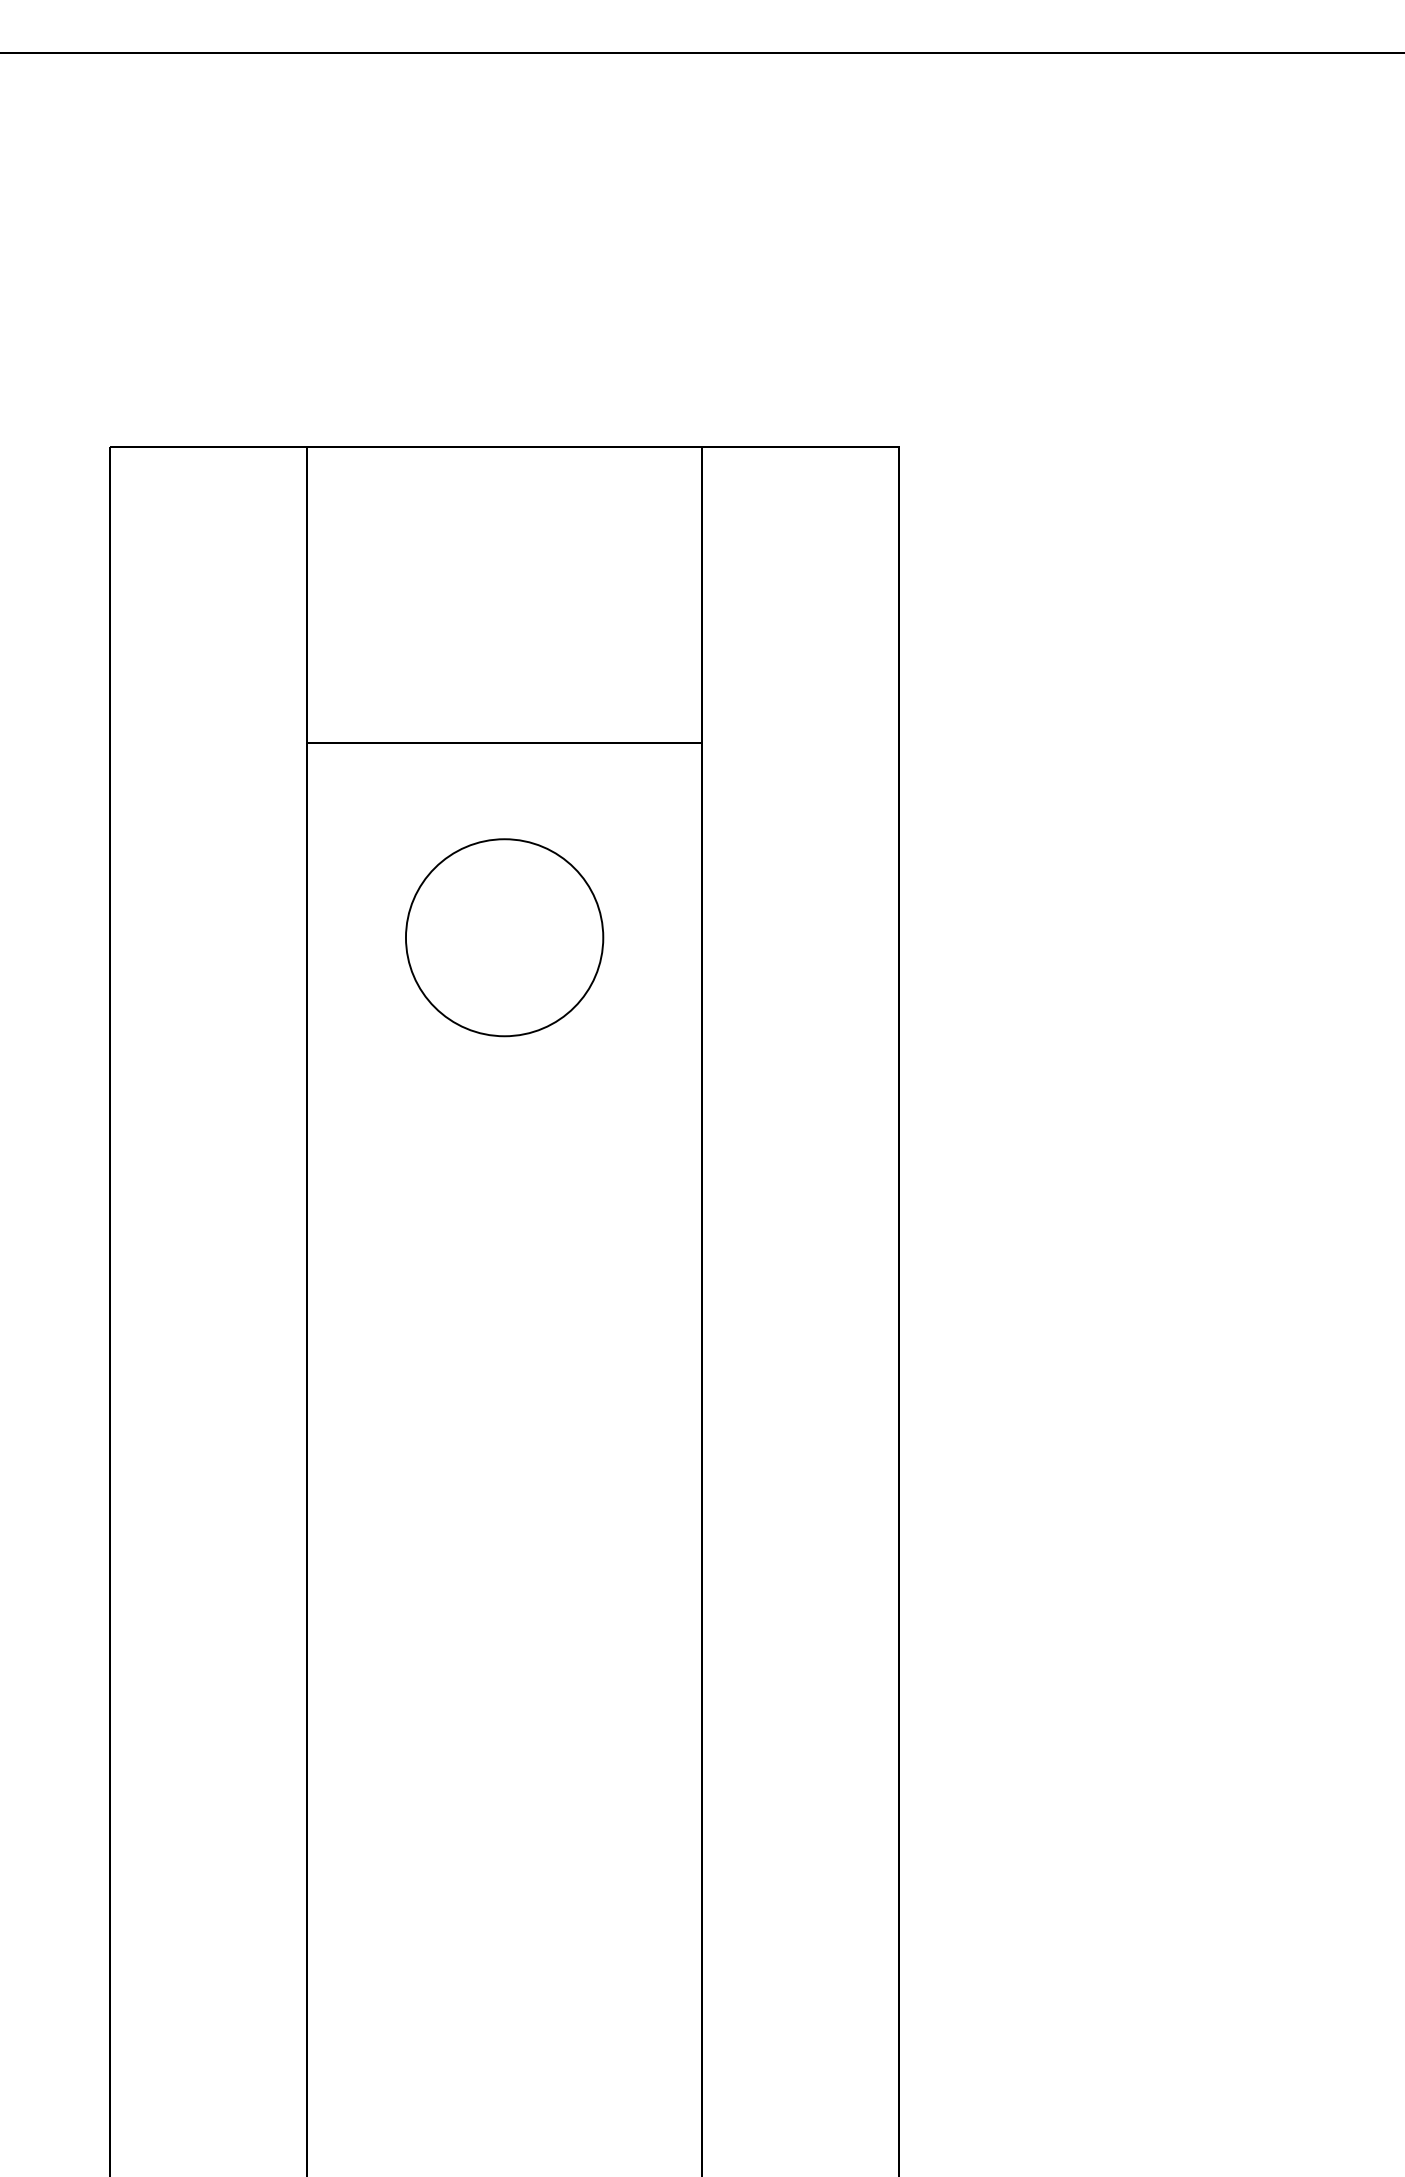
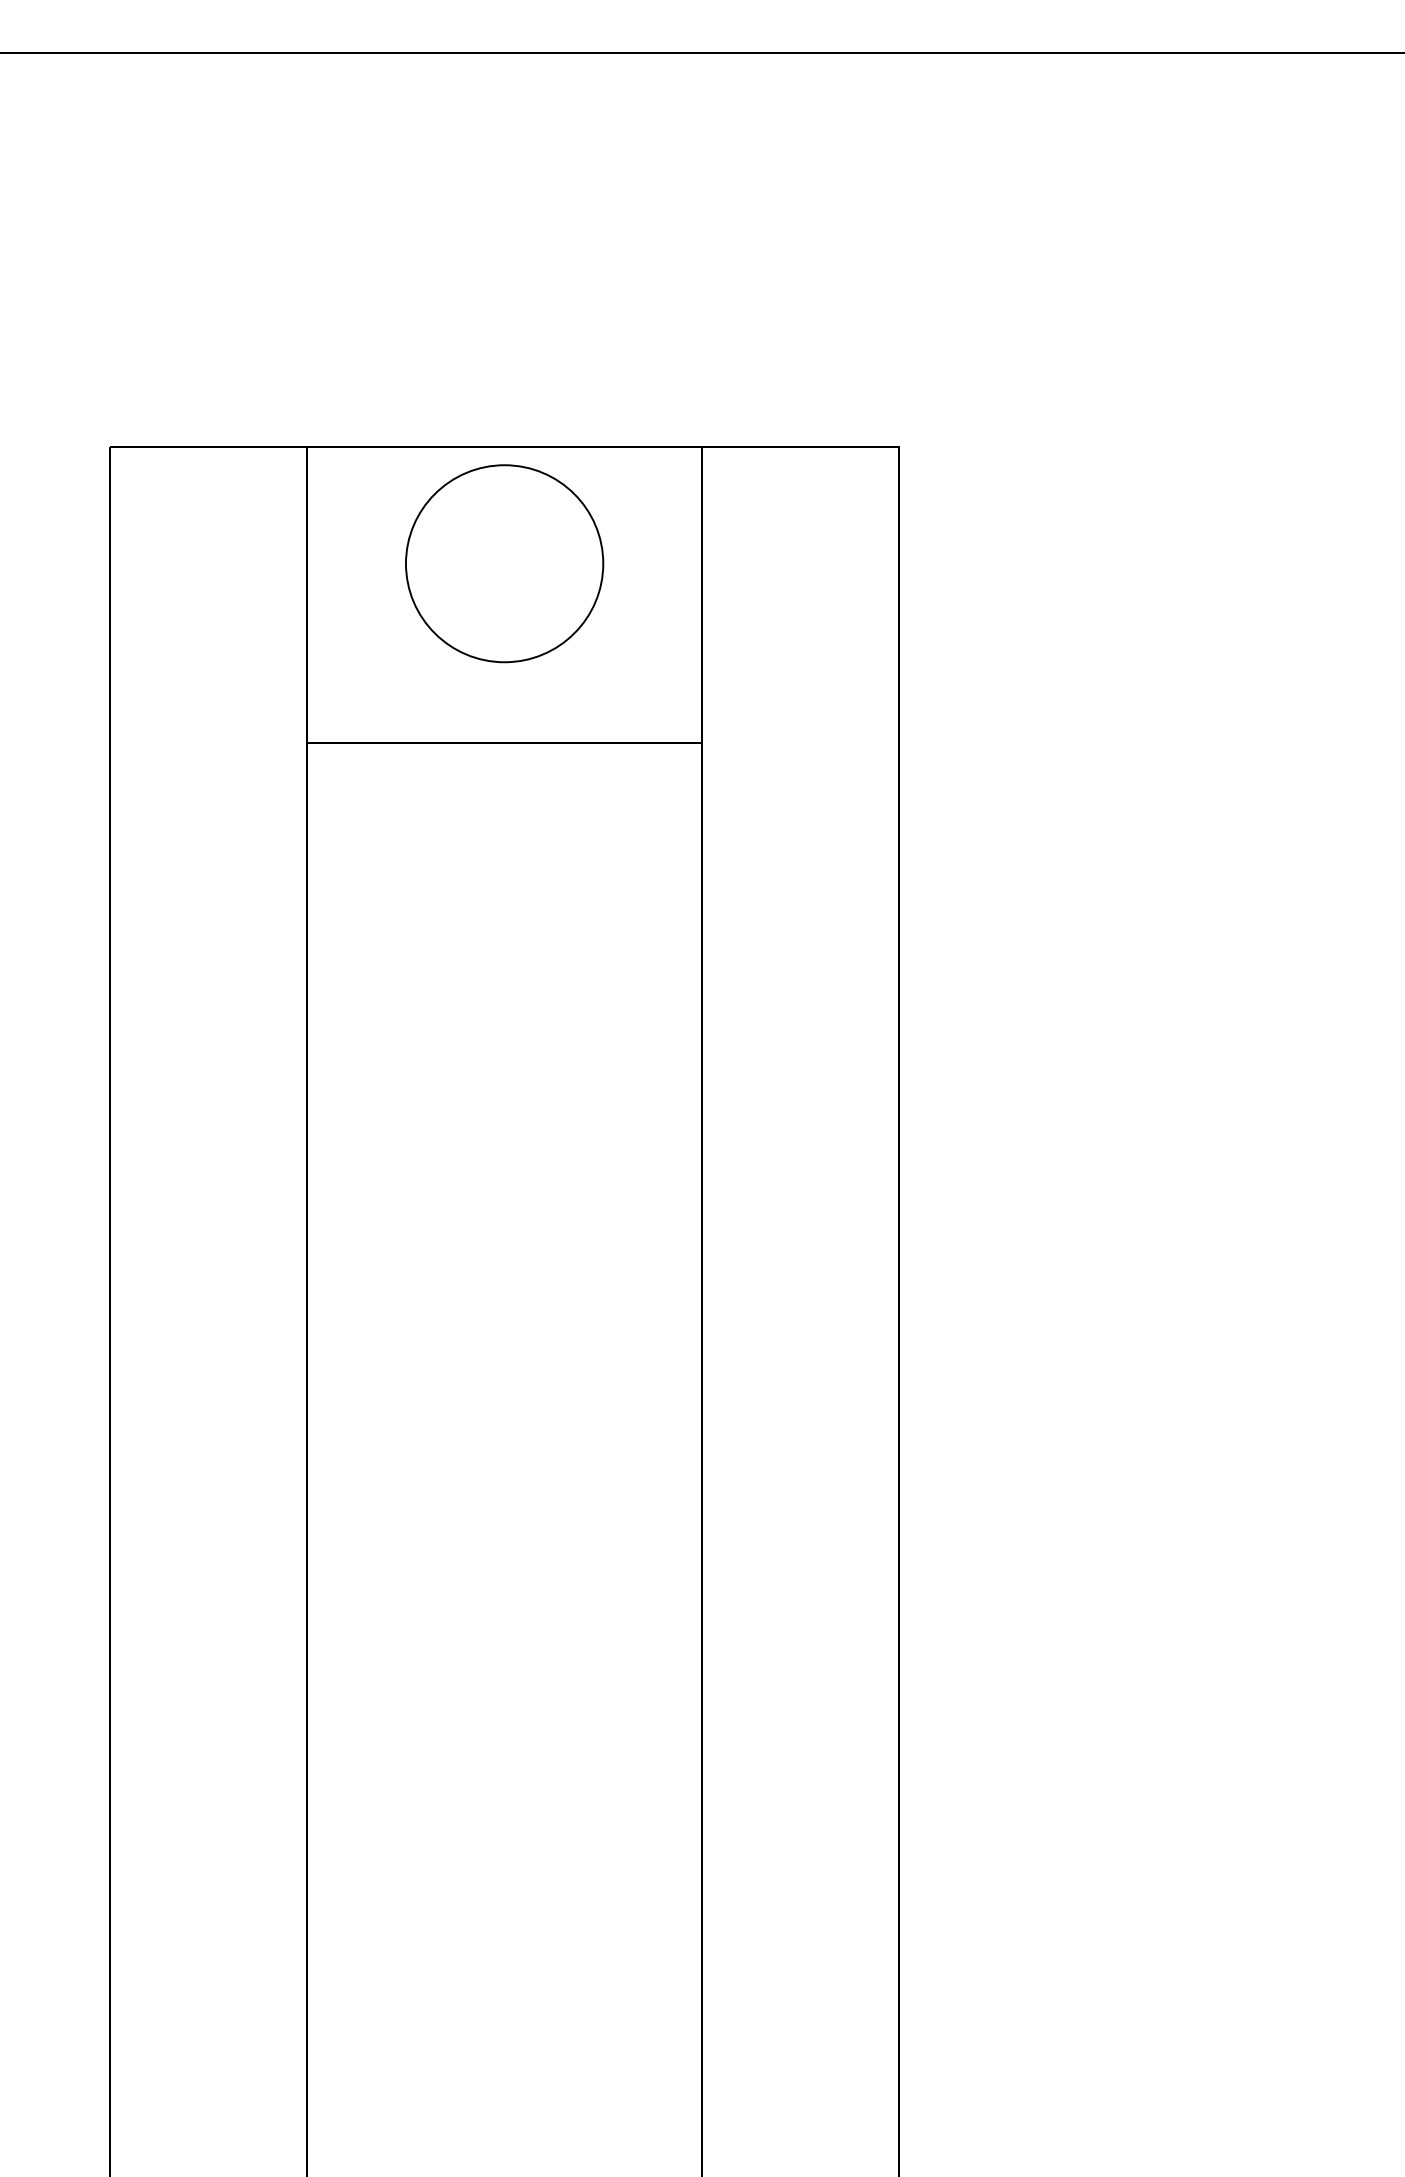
circle at (504, 937) position: (504, 937) -> (504, 563)
